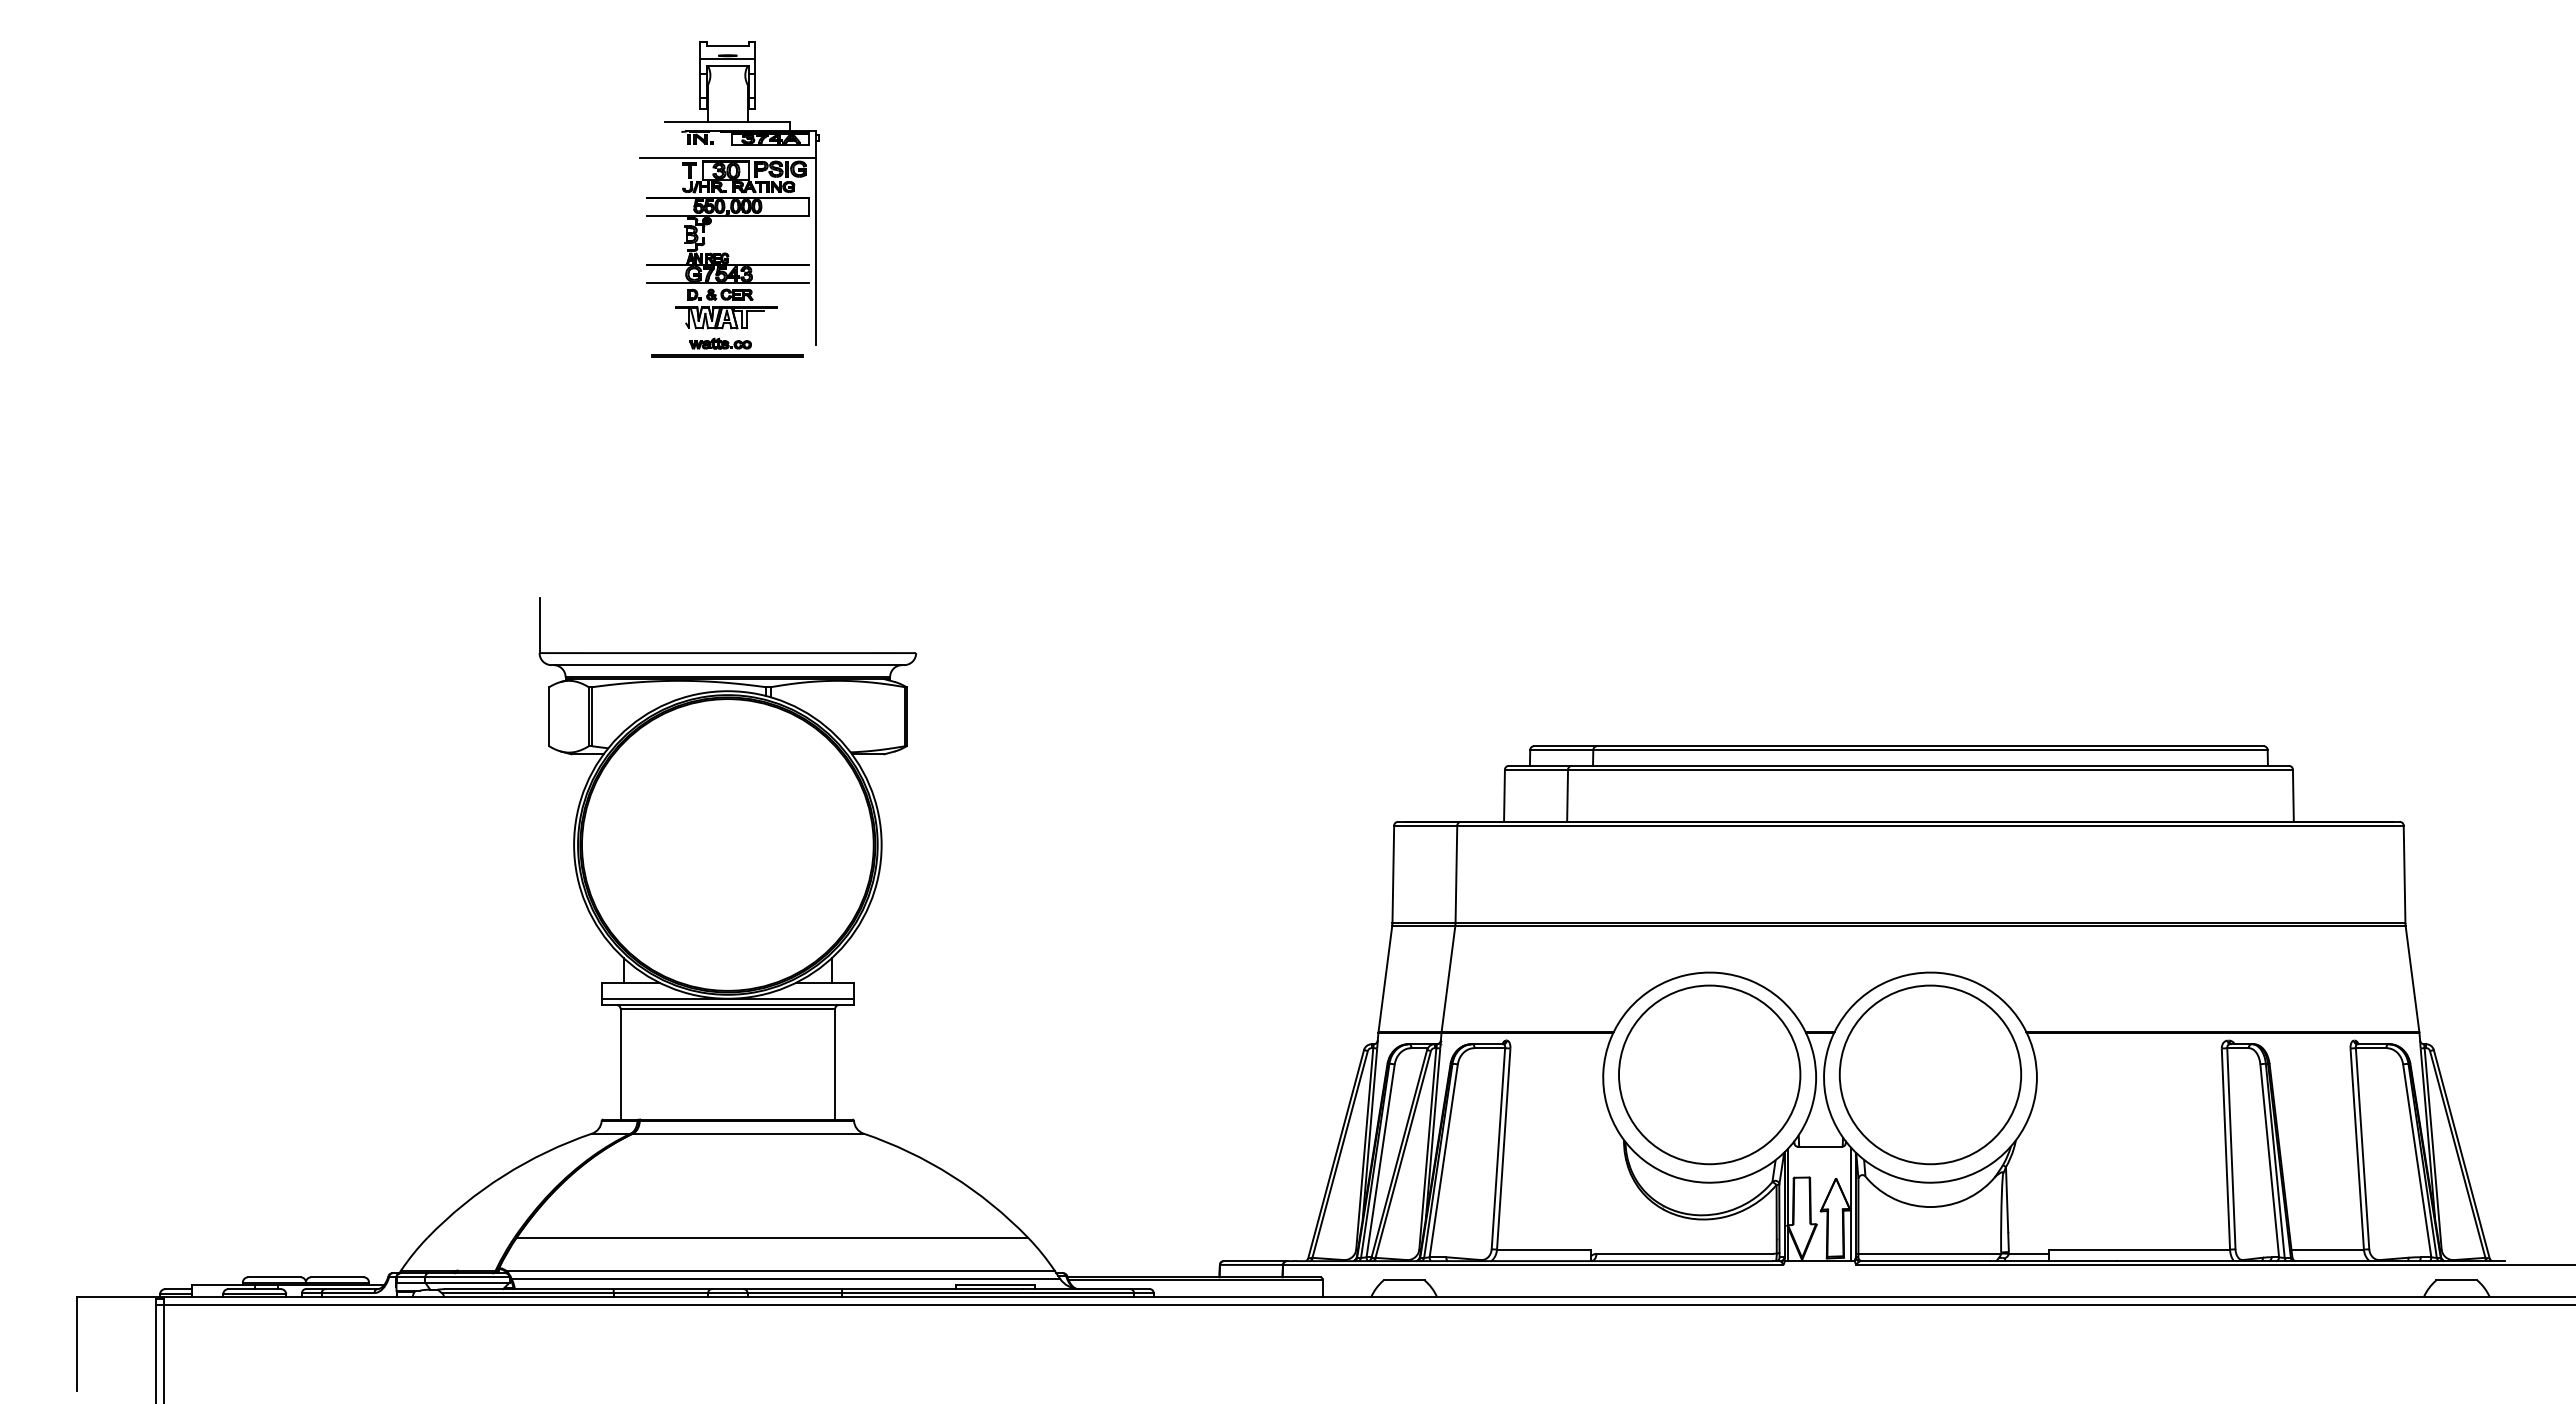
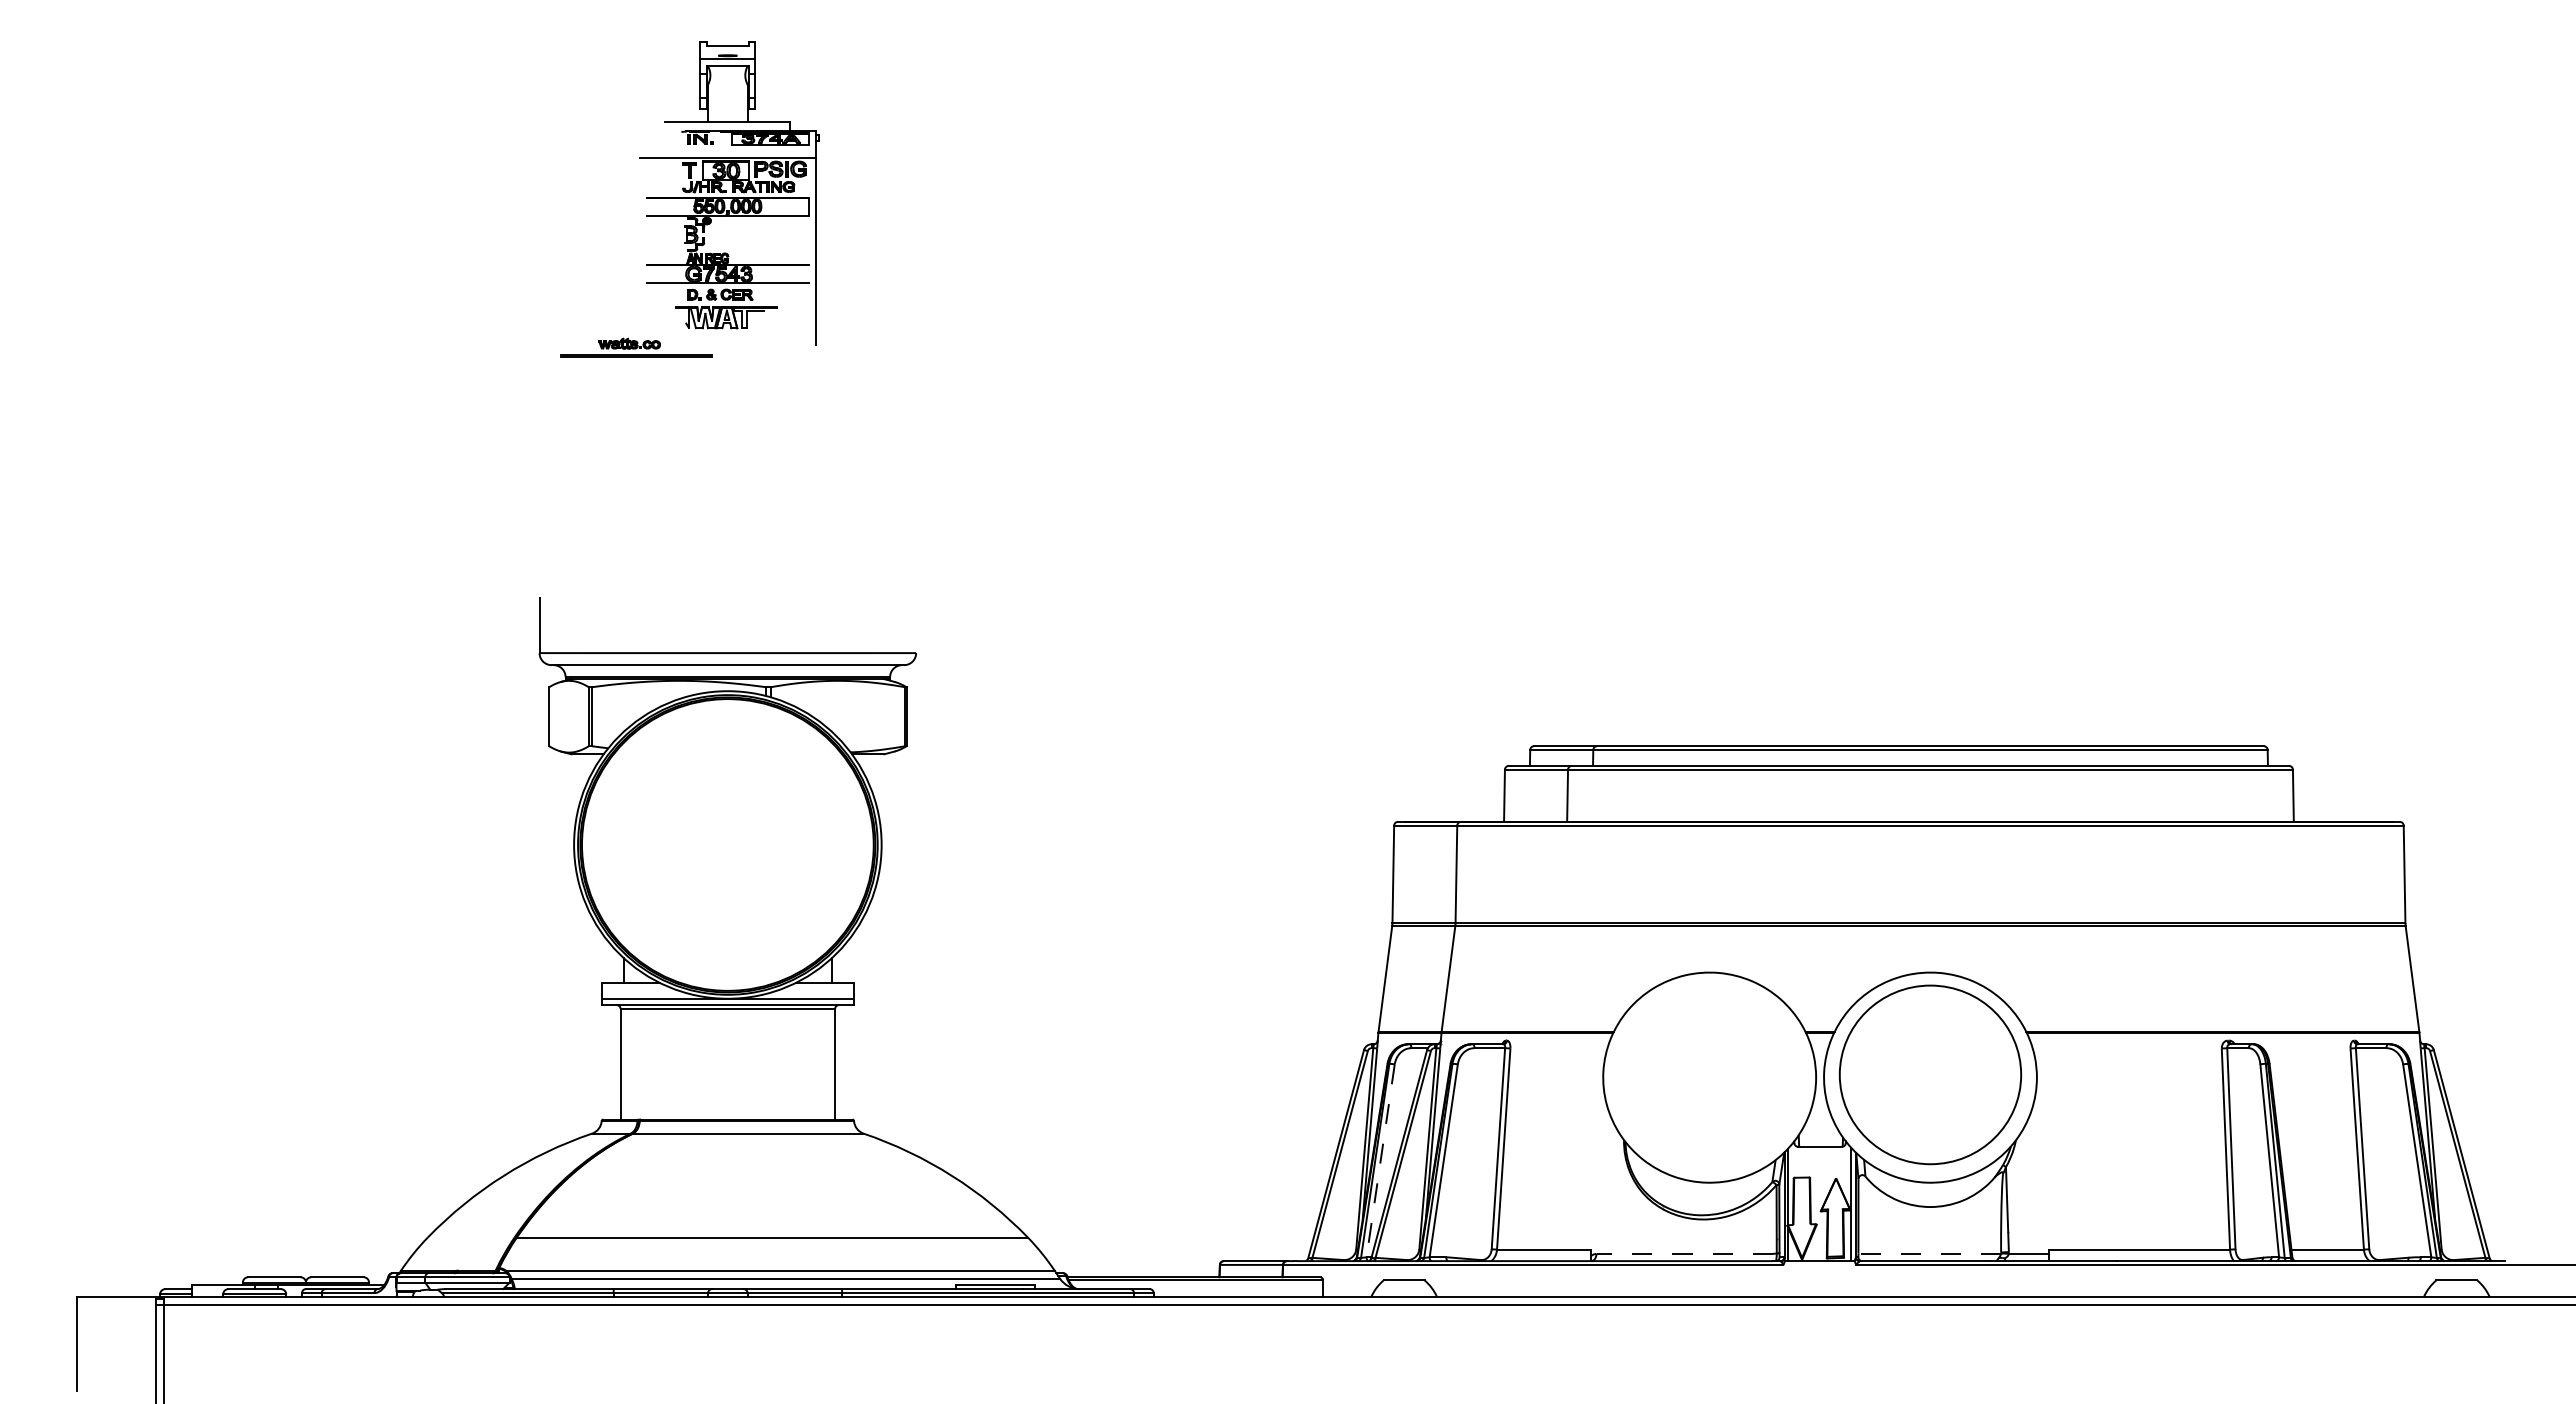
part at (727, 347) position: (727, 347) -> (636, 347)
part at (1709, 1074): present -> none
line at (1380, 1161): solid -> dashed
line at (1684, 1253): solid -> dashed
line at (1929, 1253): solid -> dashed
